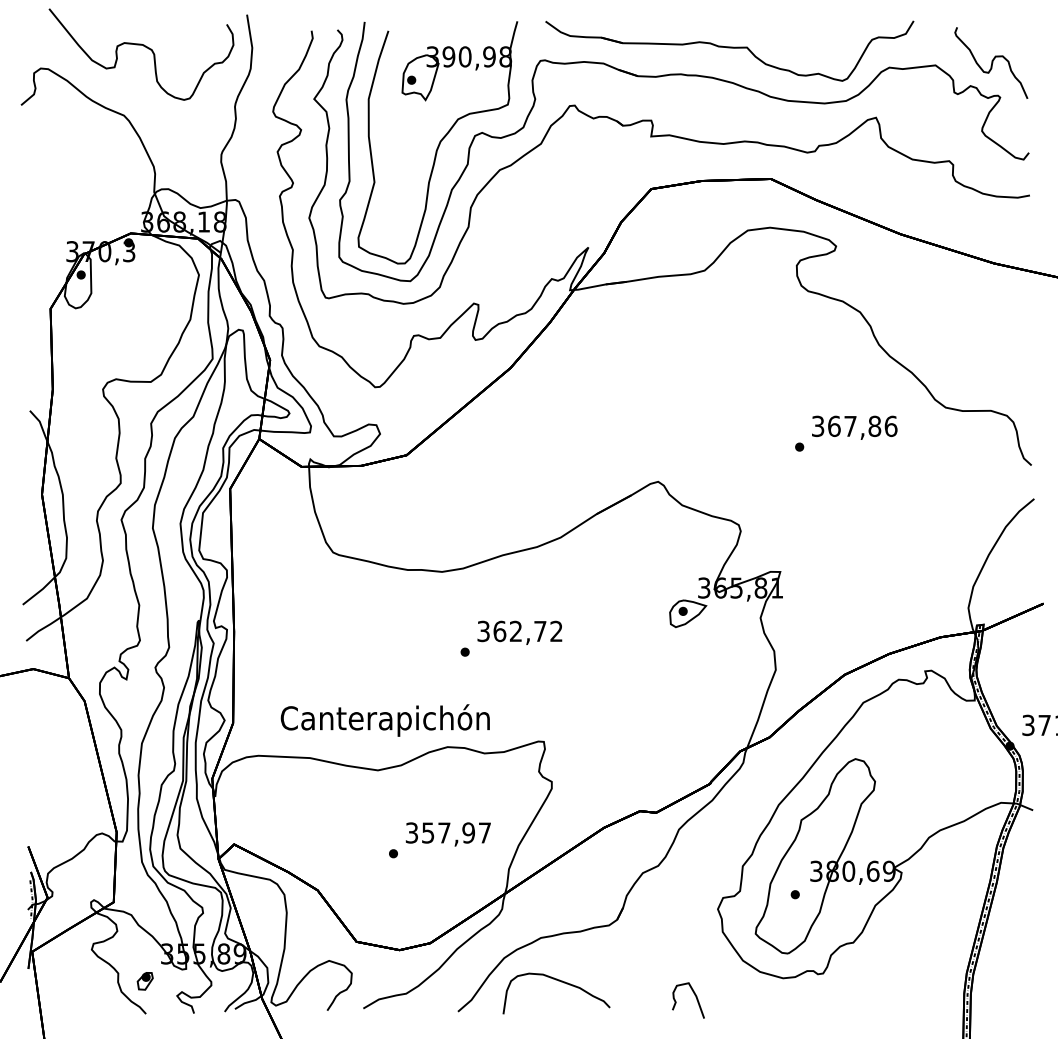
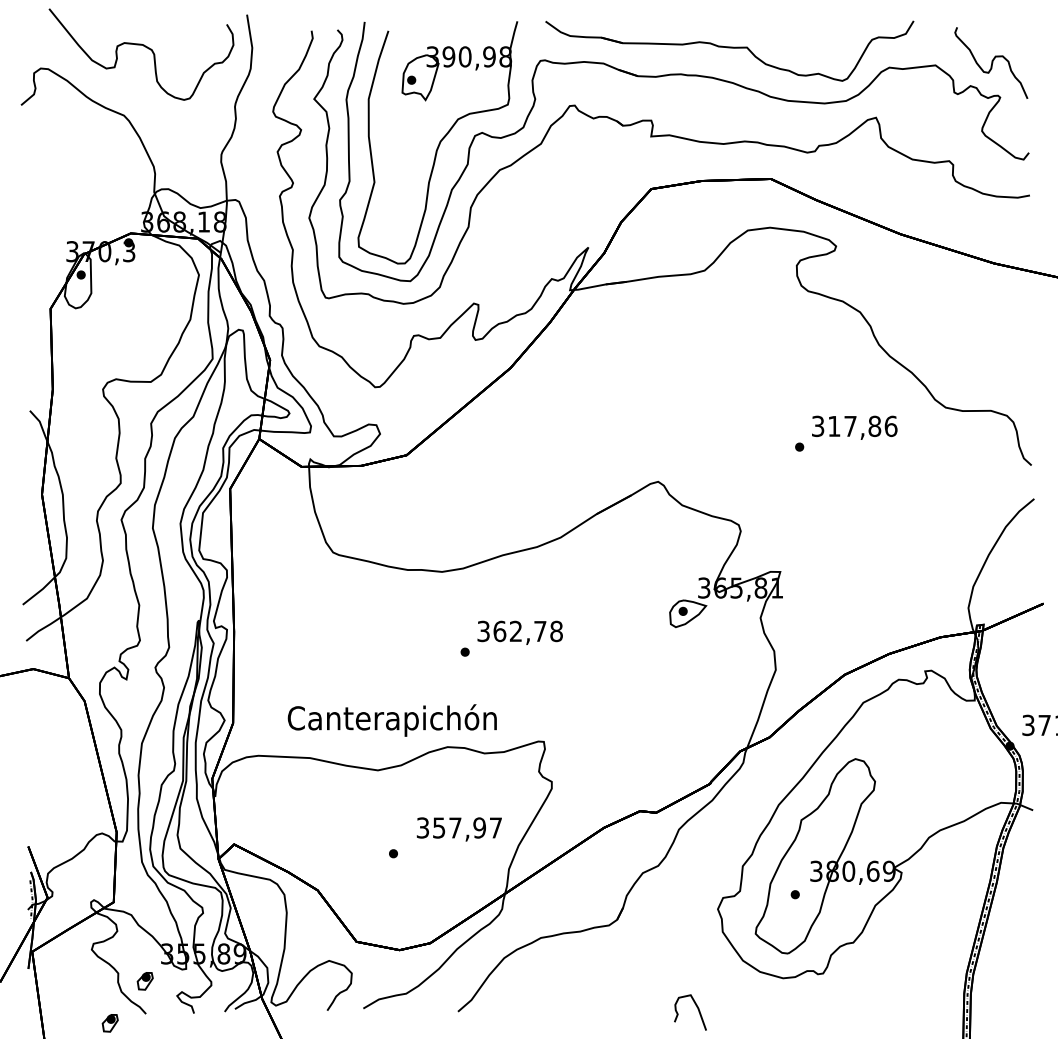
text at (834, 426): 367,86 -> 317,86
text at (556, 631): 362,72 -> 362,78
text at (384, 720) position: (384, 720) -> (391, 720)
text at (447, 834) position: (447, 834) -> (458, 829)
curve at (561, 982): present -> none
curve at (695, 997) position: (695, 997) -> (697, 1009)
part at (109, 1023): none -> present
